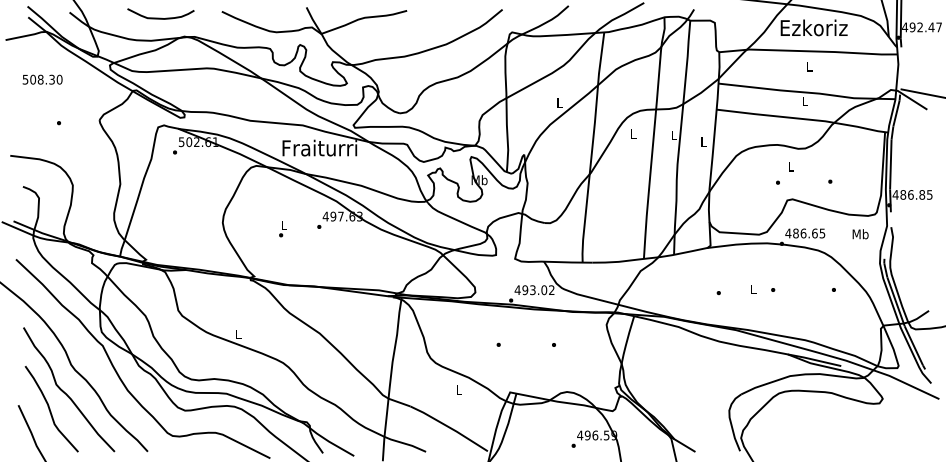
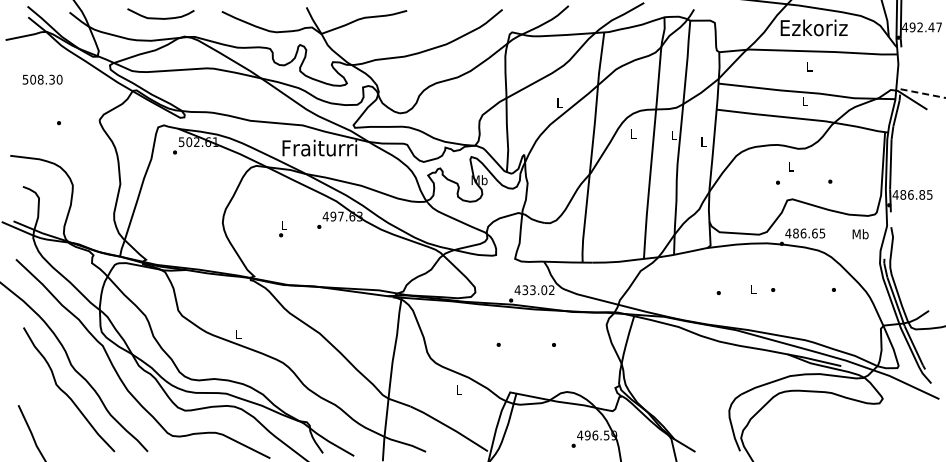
line at (923, 93): solid -> dashed
text at (525, 289): 493.02 -> 433.02
curve at (50, 409): present -> none
